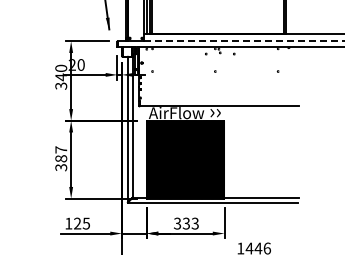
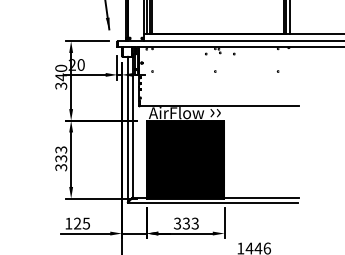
line at (289, 18): none -> present
line at (244, 41): dashed -> solid
text at (61, 154): 387 -> 333
